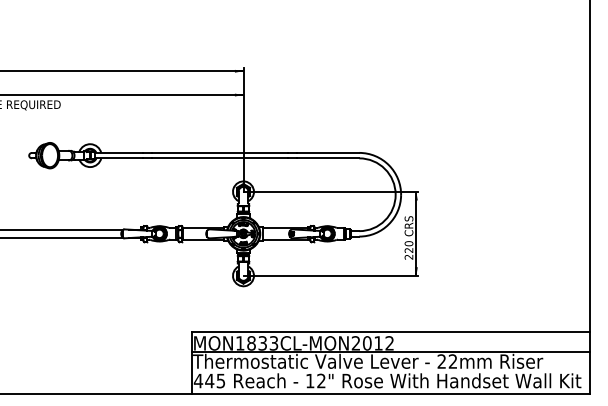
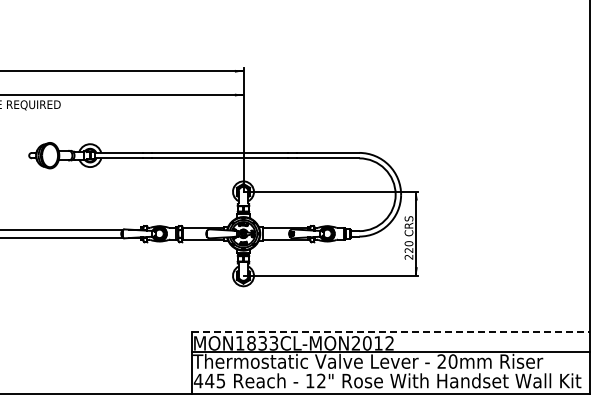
line at (391, 332): solid -> dashed
text at (452, 361): 22mm -> 20mm
